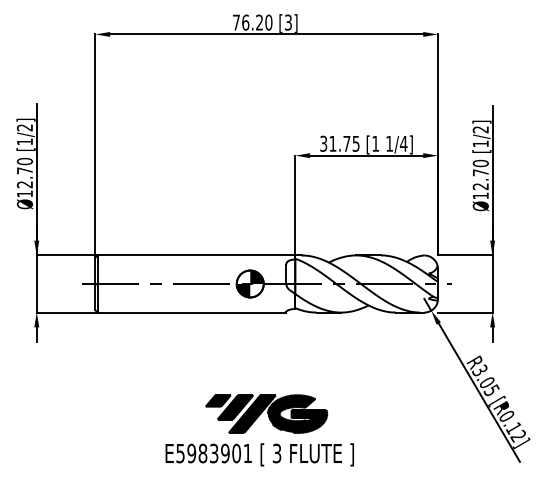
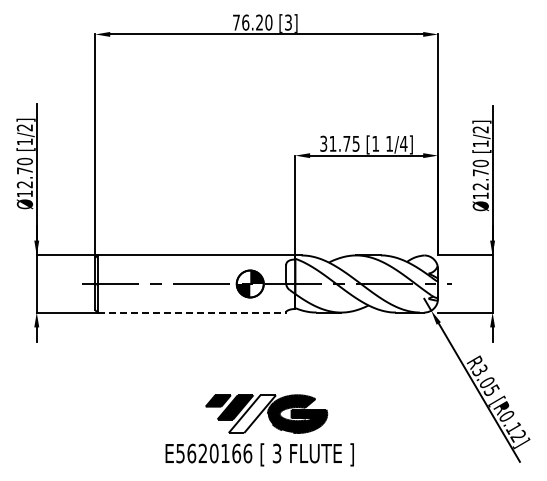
line at (192, 312): solid -> dashed
fill at (251, 414): present -> none
text at (219, 453): E5983901 -> E5620166
